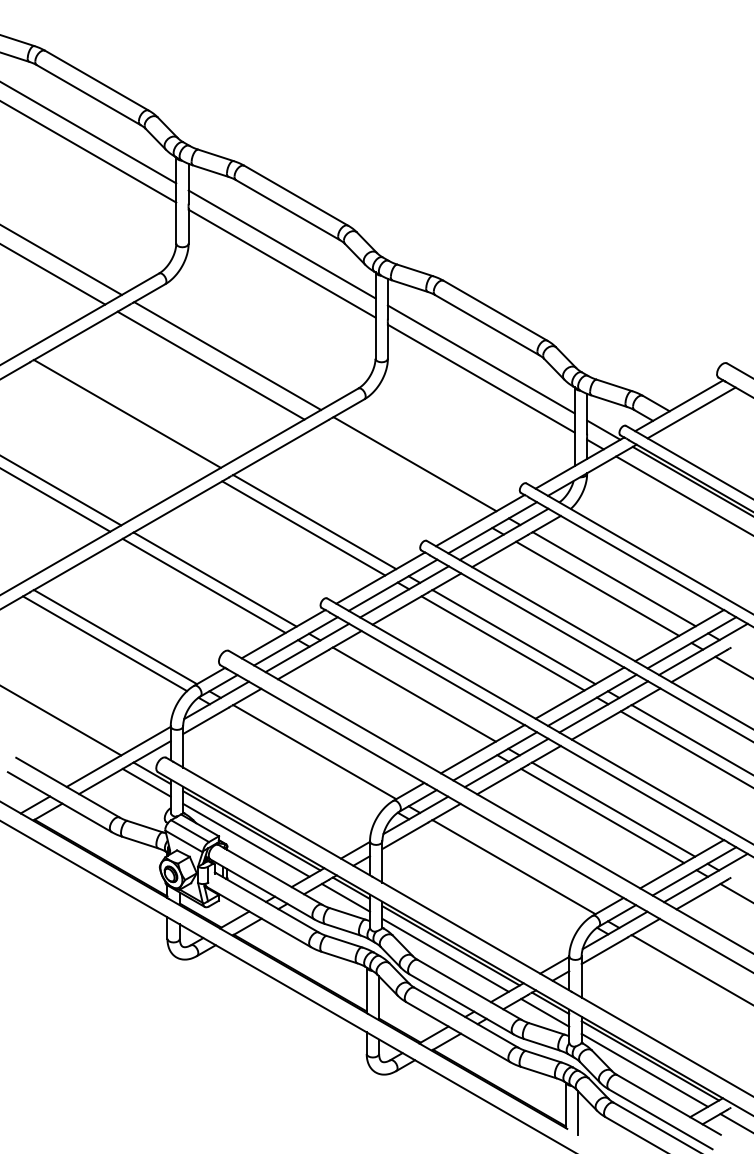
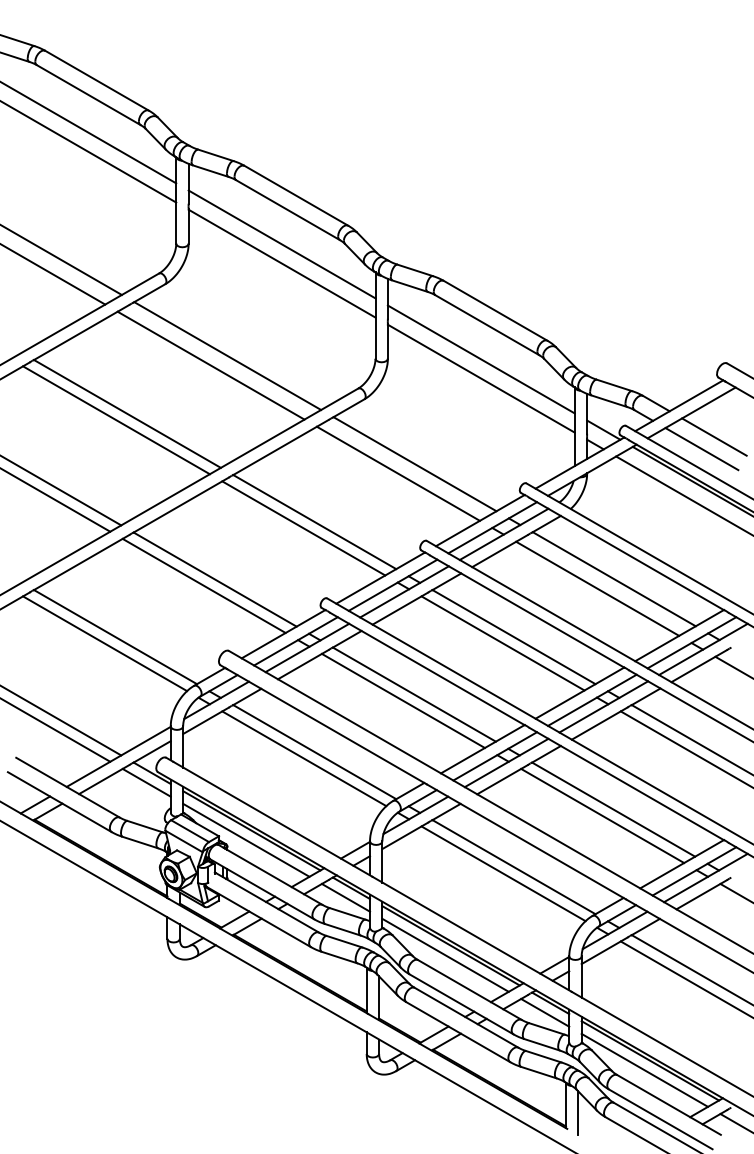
line at (116, 420): none -> present
line at (714, 436): none -> present
line at (701, 449): none -> present
line at (397, 473): none -> present
line at (402, 700): none -> present
line at (56, 730): none -> present
line at (304, 758): none -> present
line at (503, 873): none -> present
line at (685, 978): none -> present
